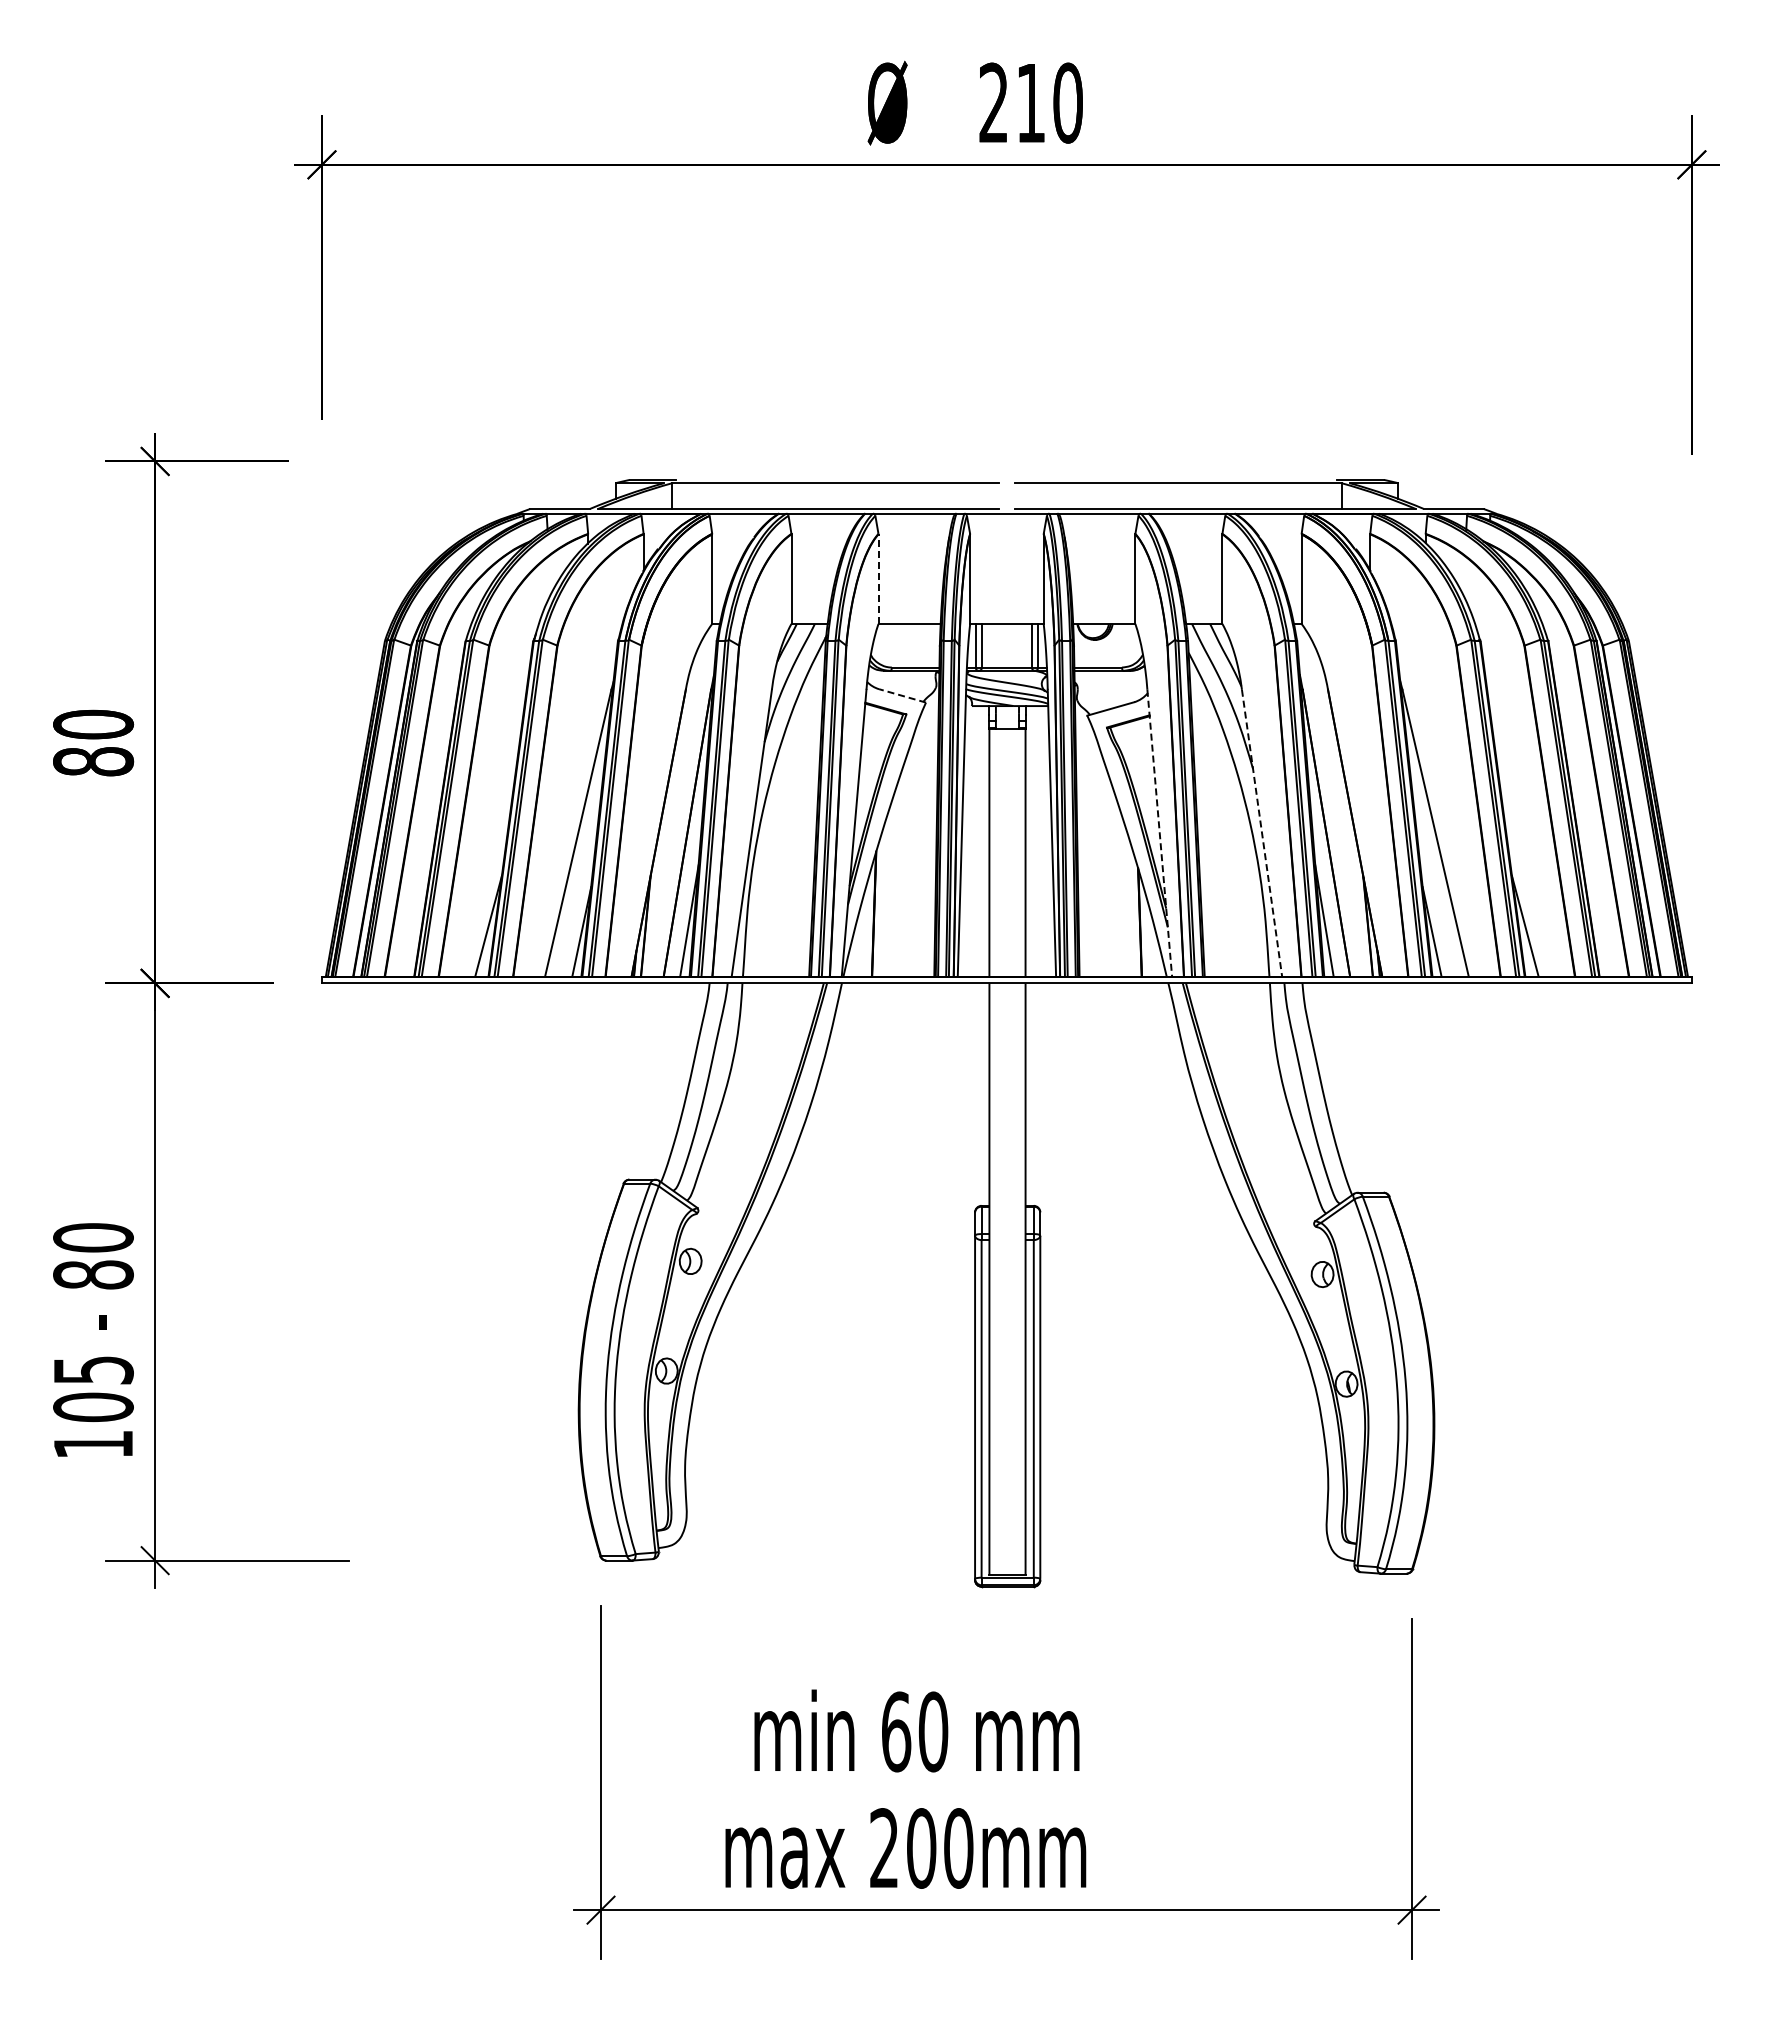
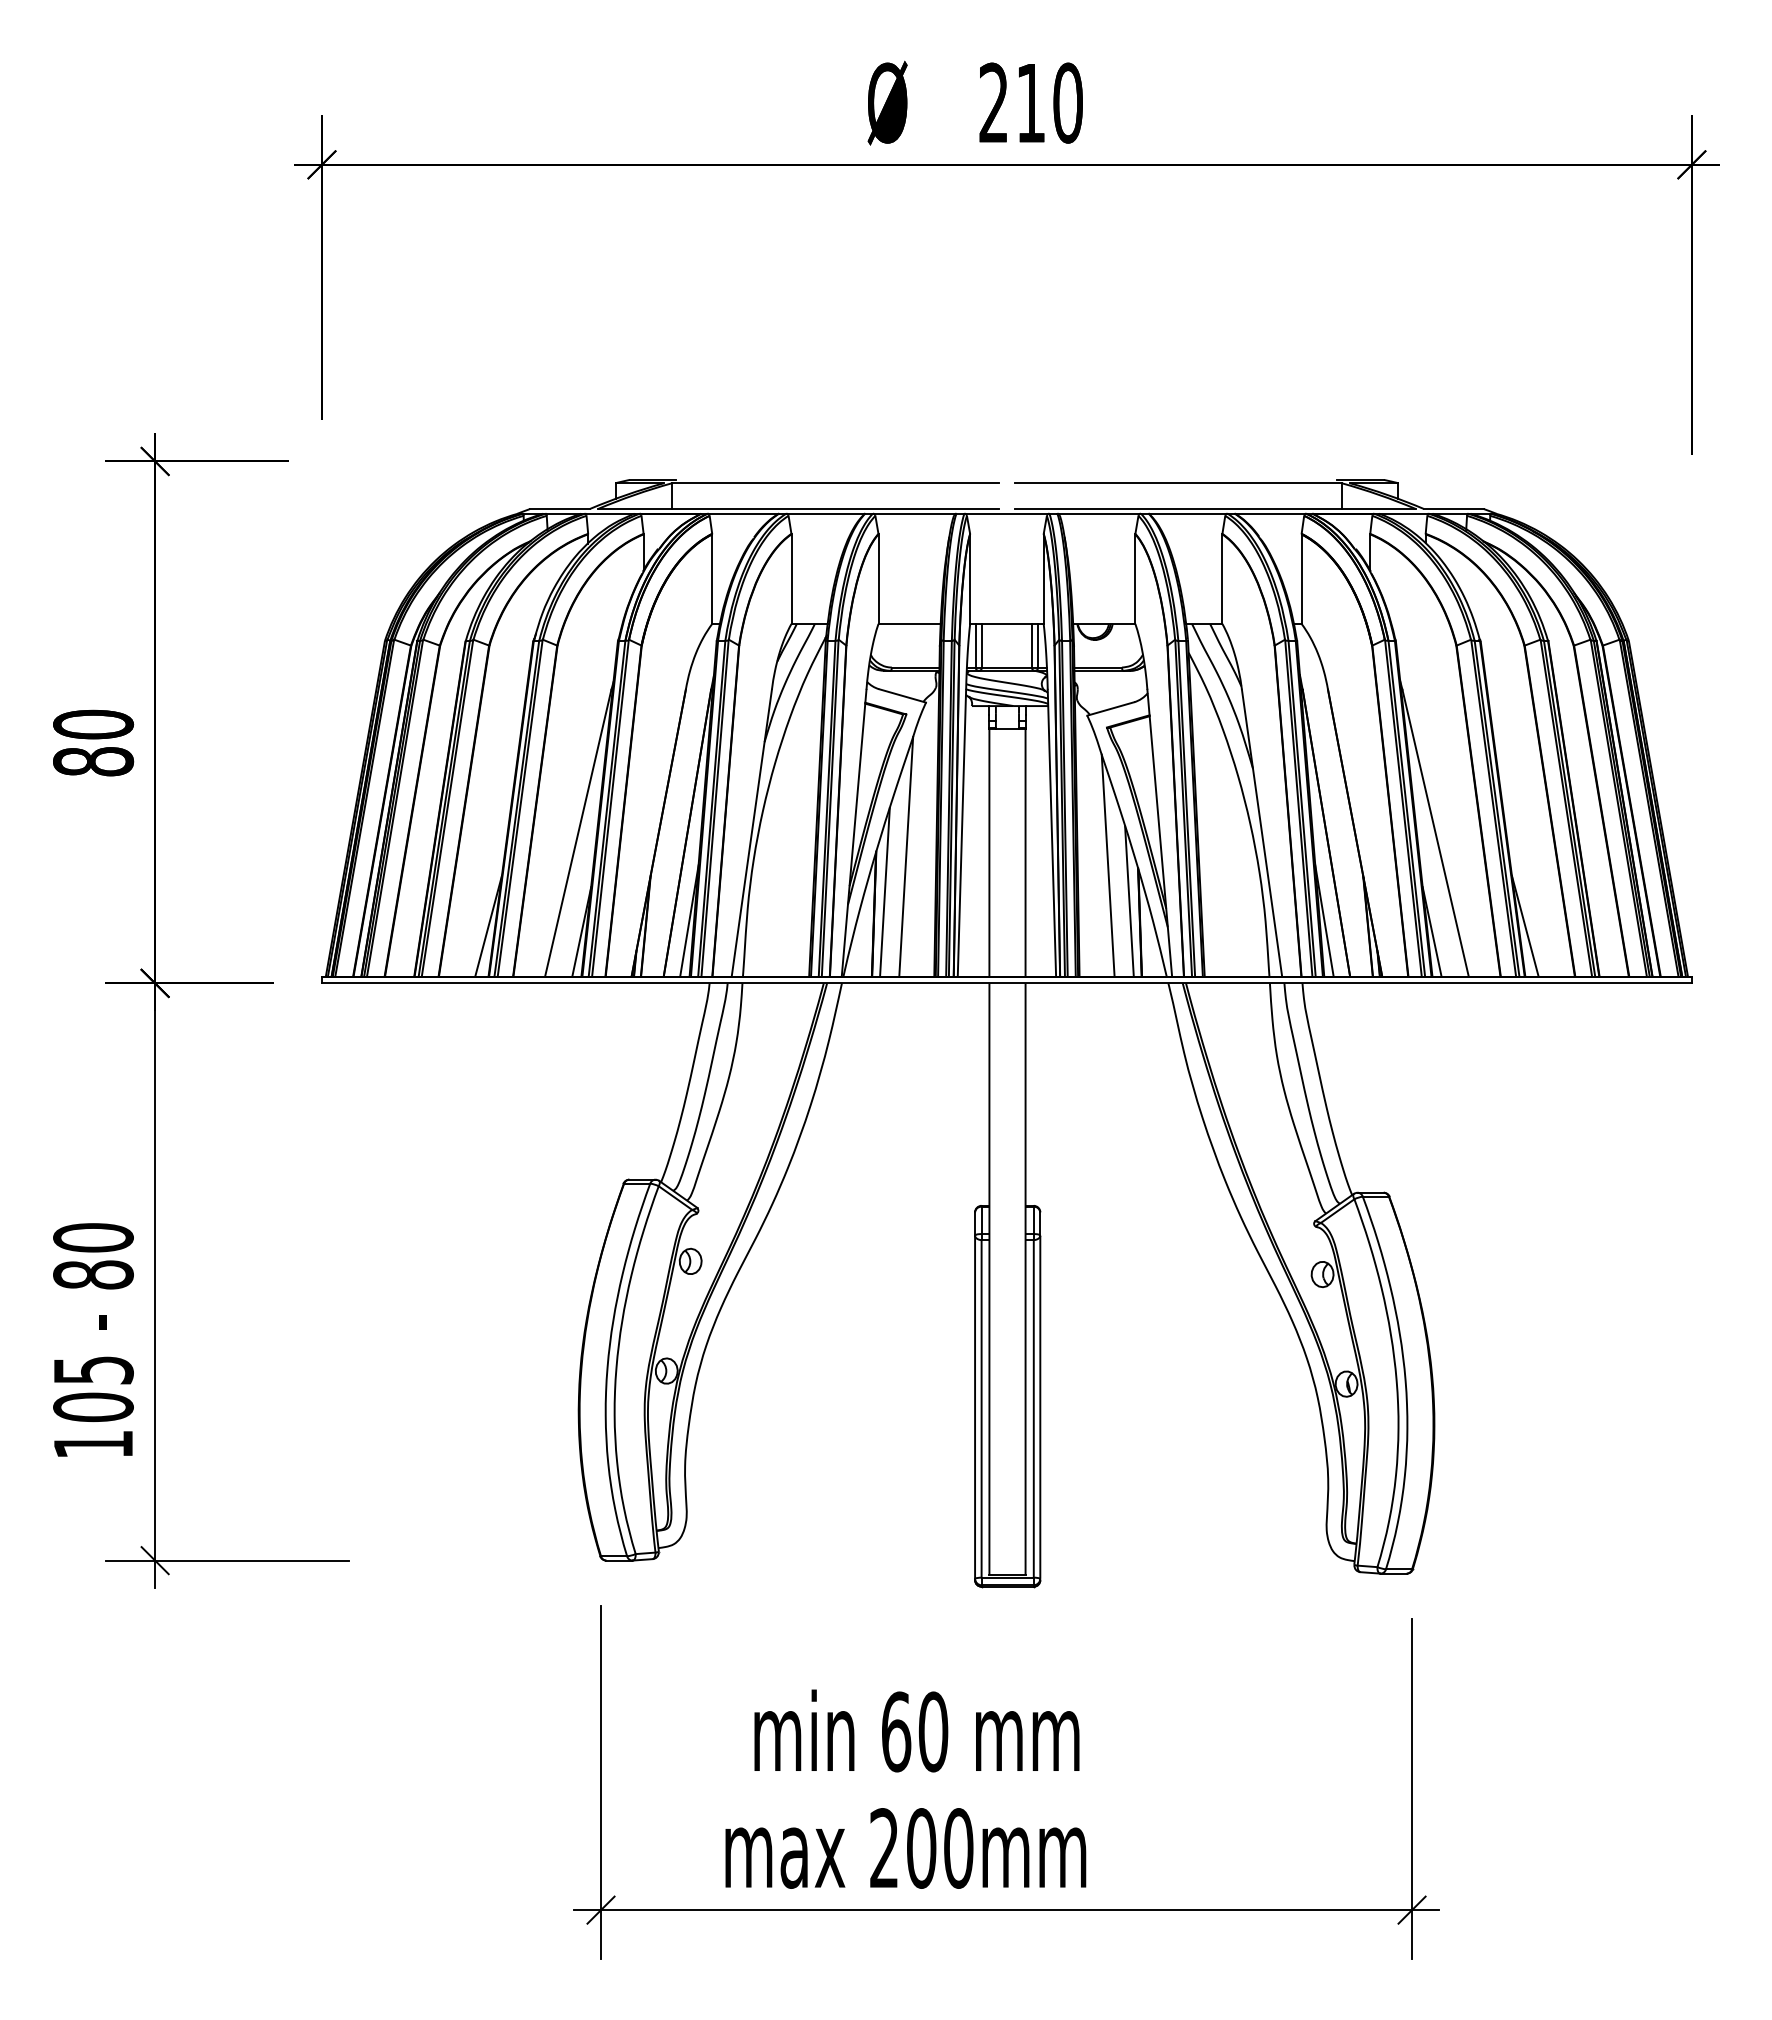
line at (878, 579): dashed -> solid
line at (902, 695): dashed -> solid
line at (1159, 833): dashed -> solid
line at (1262, 833): dashed -> solid
line at (906, 856): none -> present
line at (1107, 865): none -> present
line at (884, 892): none -> present
line at (1129, 901): none -> present
